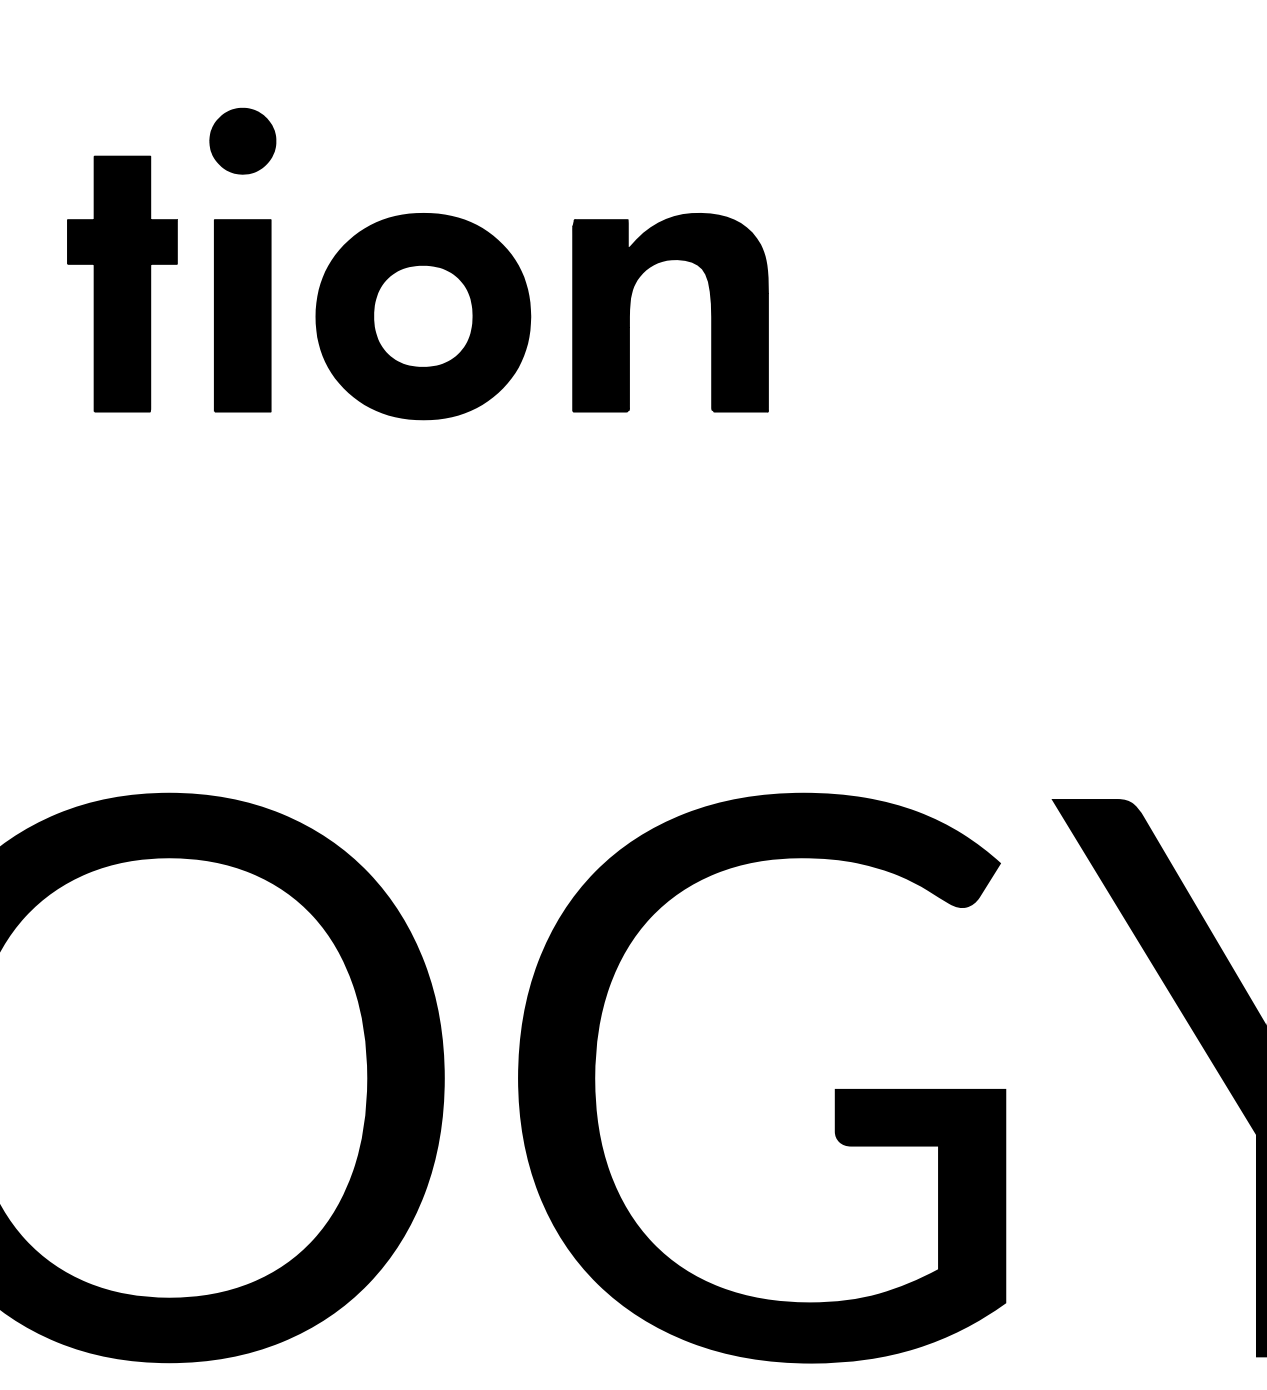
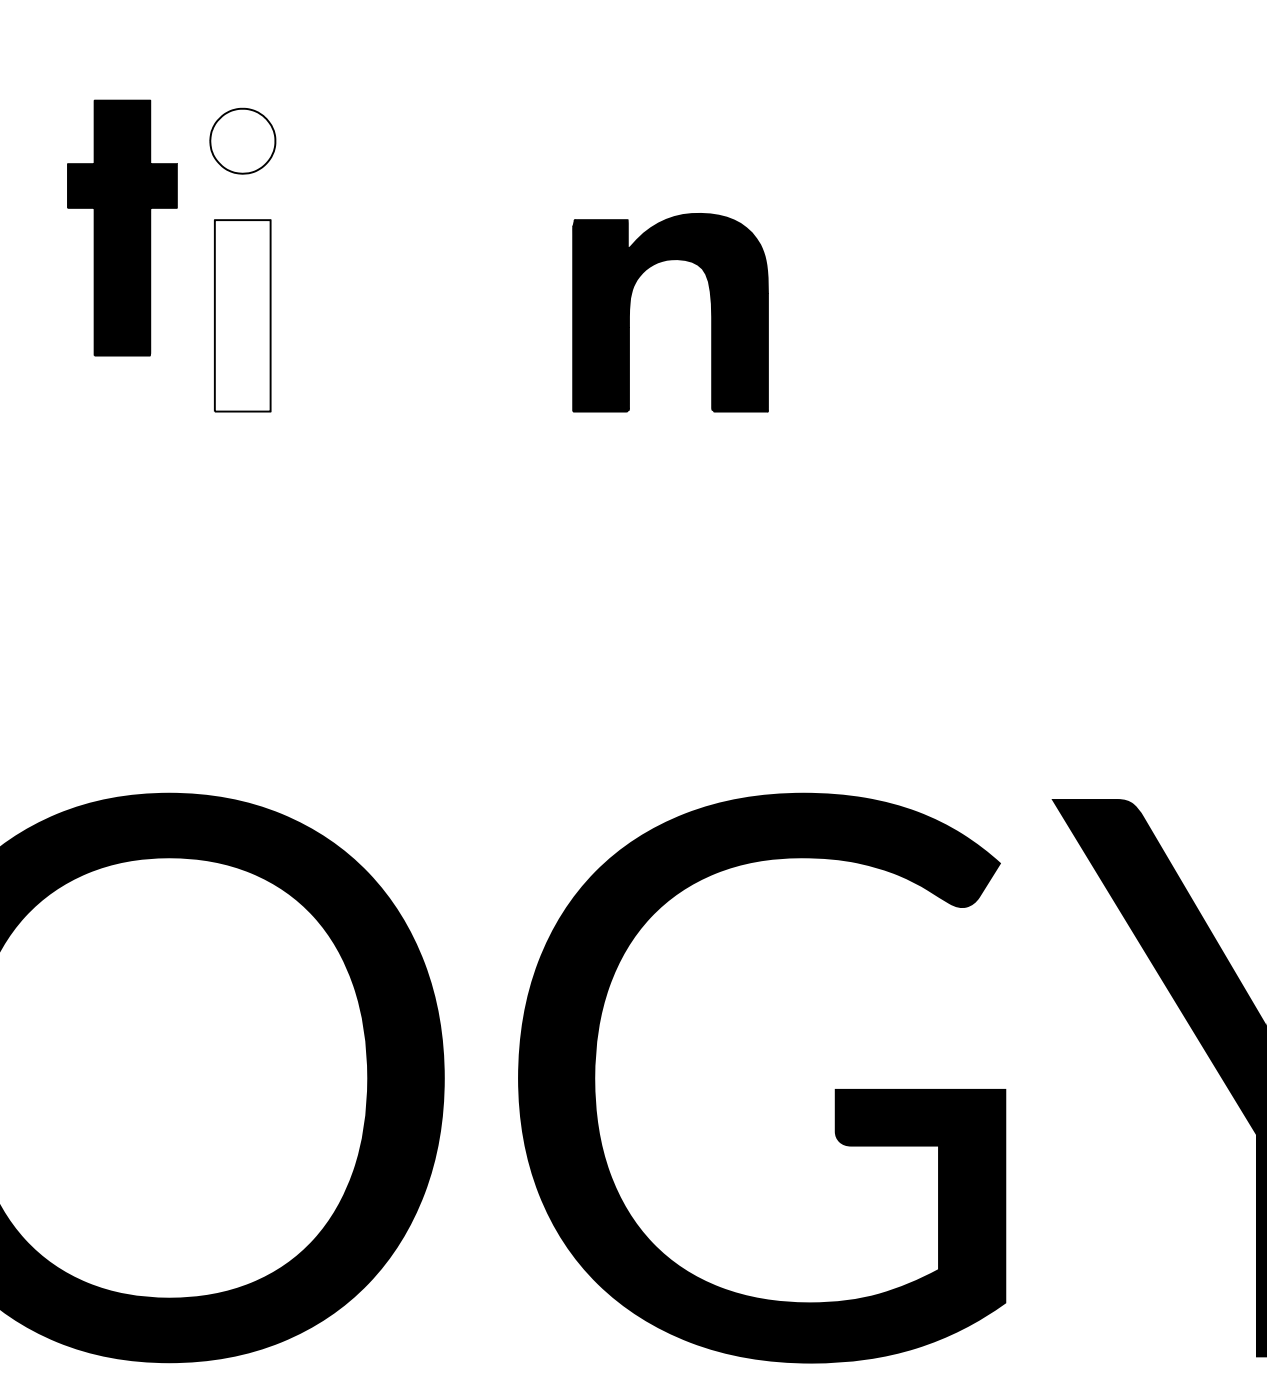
fill at (242, 140): present -> none
part at (122, 283) position: (122, 283) -> (122, 227)
fill at (242, 315): present -> none
part at (423, 316): present -> none
